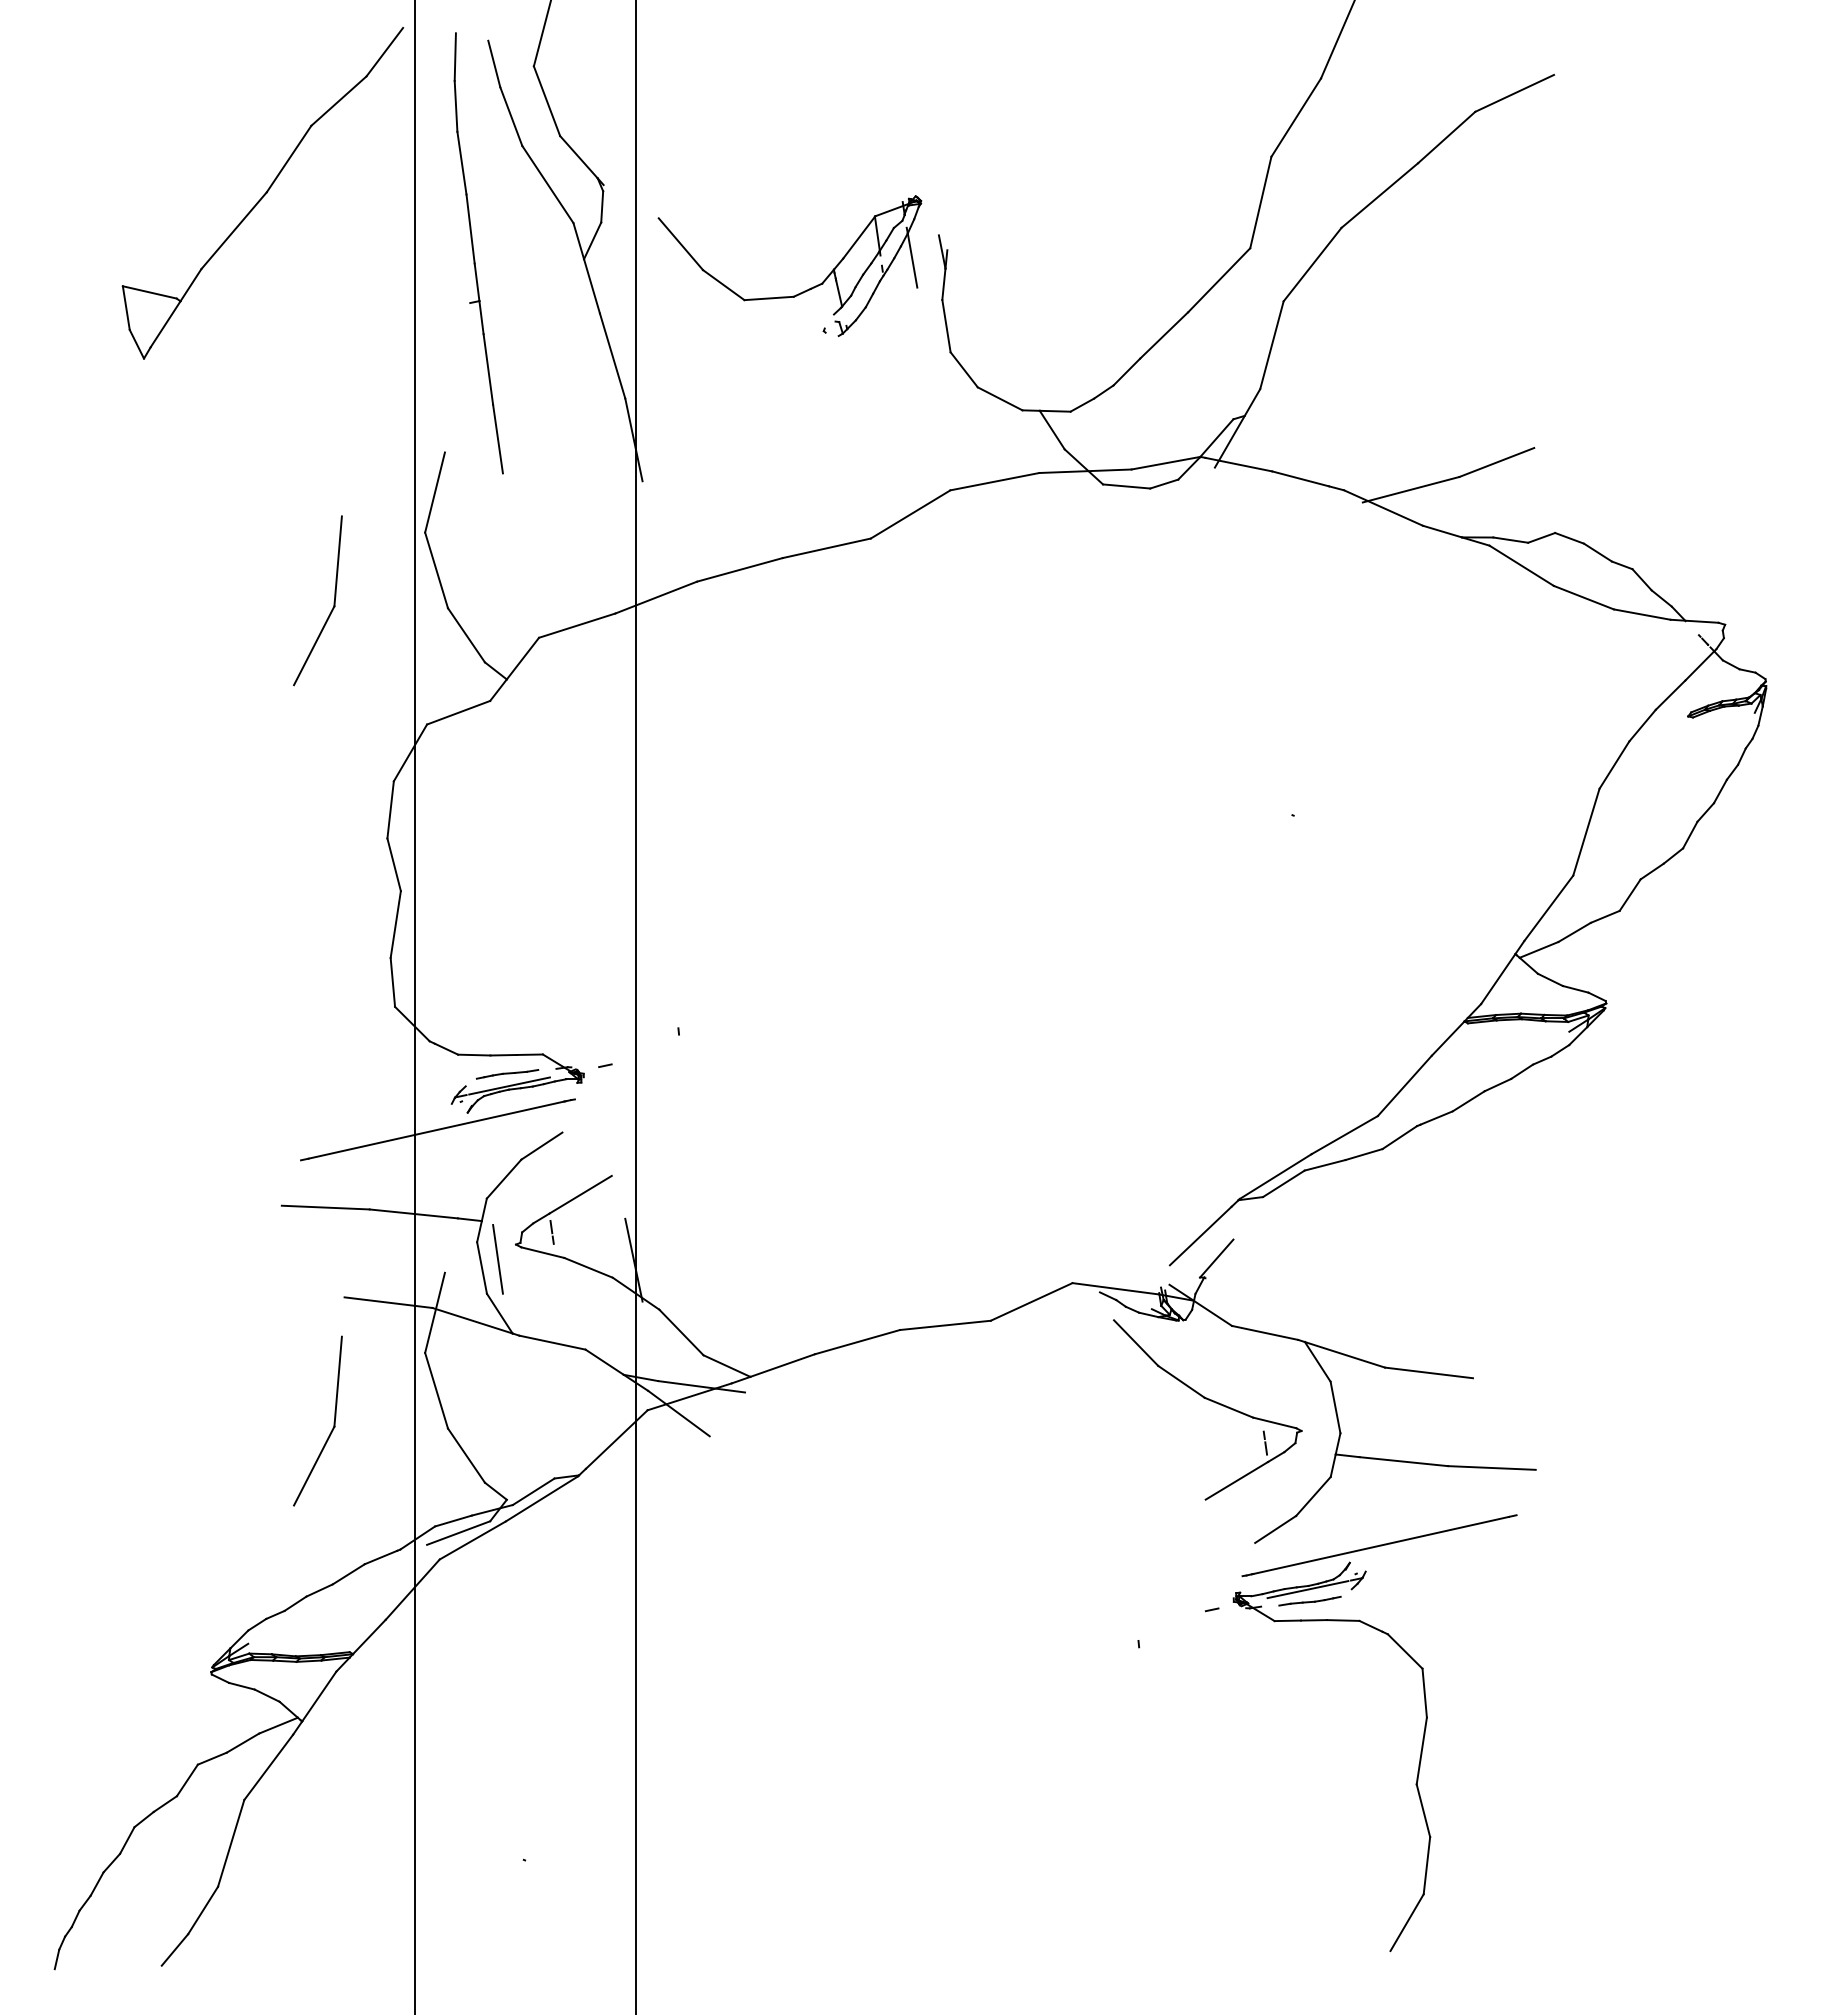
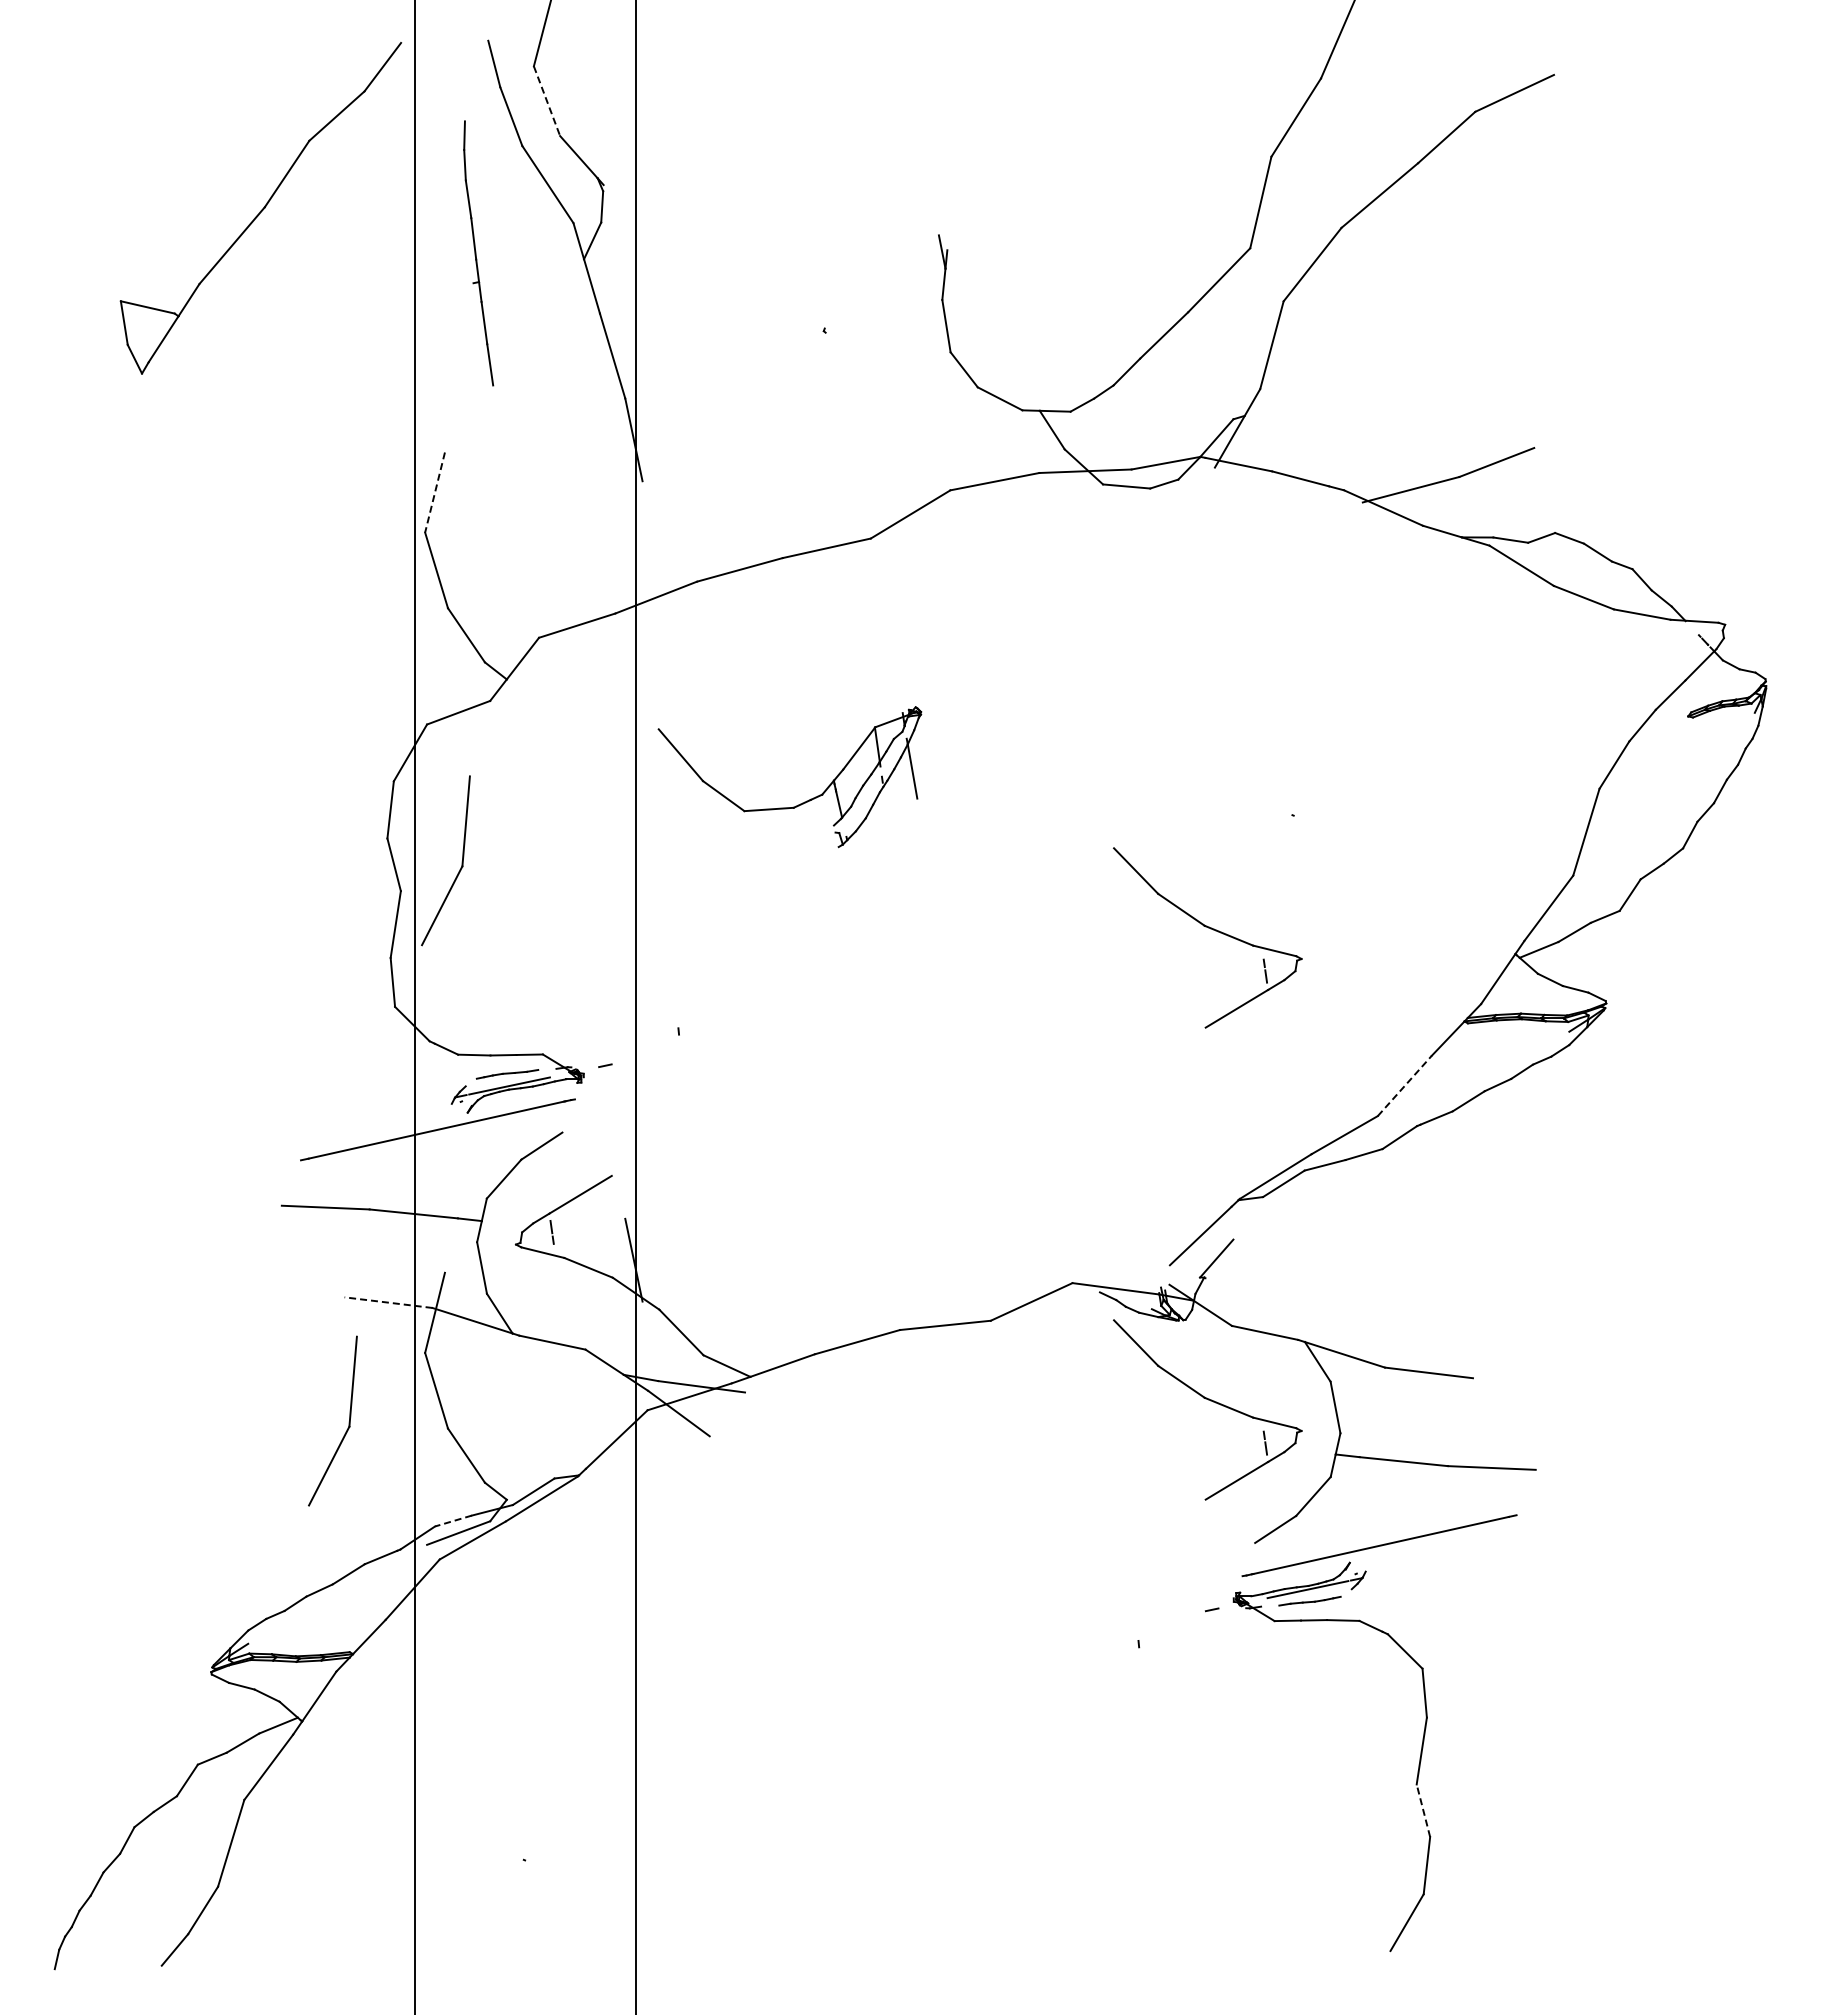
line at (547, 101): solid -> dashed
part at (262, 193) position: (262, 193) -> (260, 208)
part at (478, 253) size: 51x443 px -> 32x267 px
part at (802, 291) position: (802, 291) -> (802, 802)
line at (434, 493): solid -> dashed
part at (333, 601) position: (333, 601) -> (461, 861)
part at (1210, 929): none -> present
line at (1404, 1085): solid -> dashed
line at (497, 1259): present -> none
line at (388, 1302): solid -> dashed
part at (333, 1422) position: (333, 1422) -> (348, 1422)
line at (453, 1521): solid -> dashed
line at (1423, 1810): solid -> dashed
